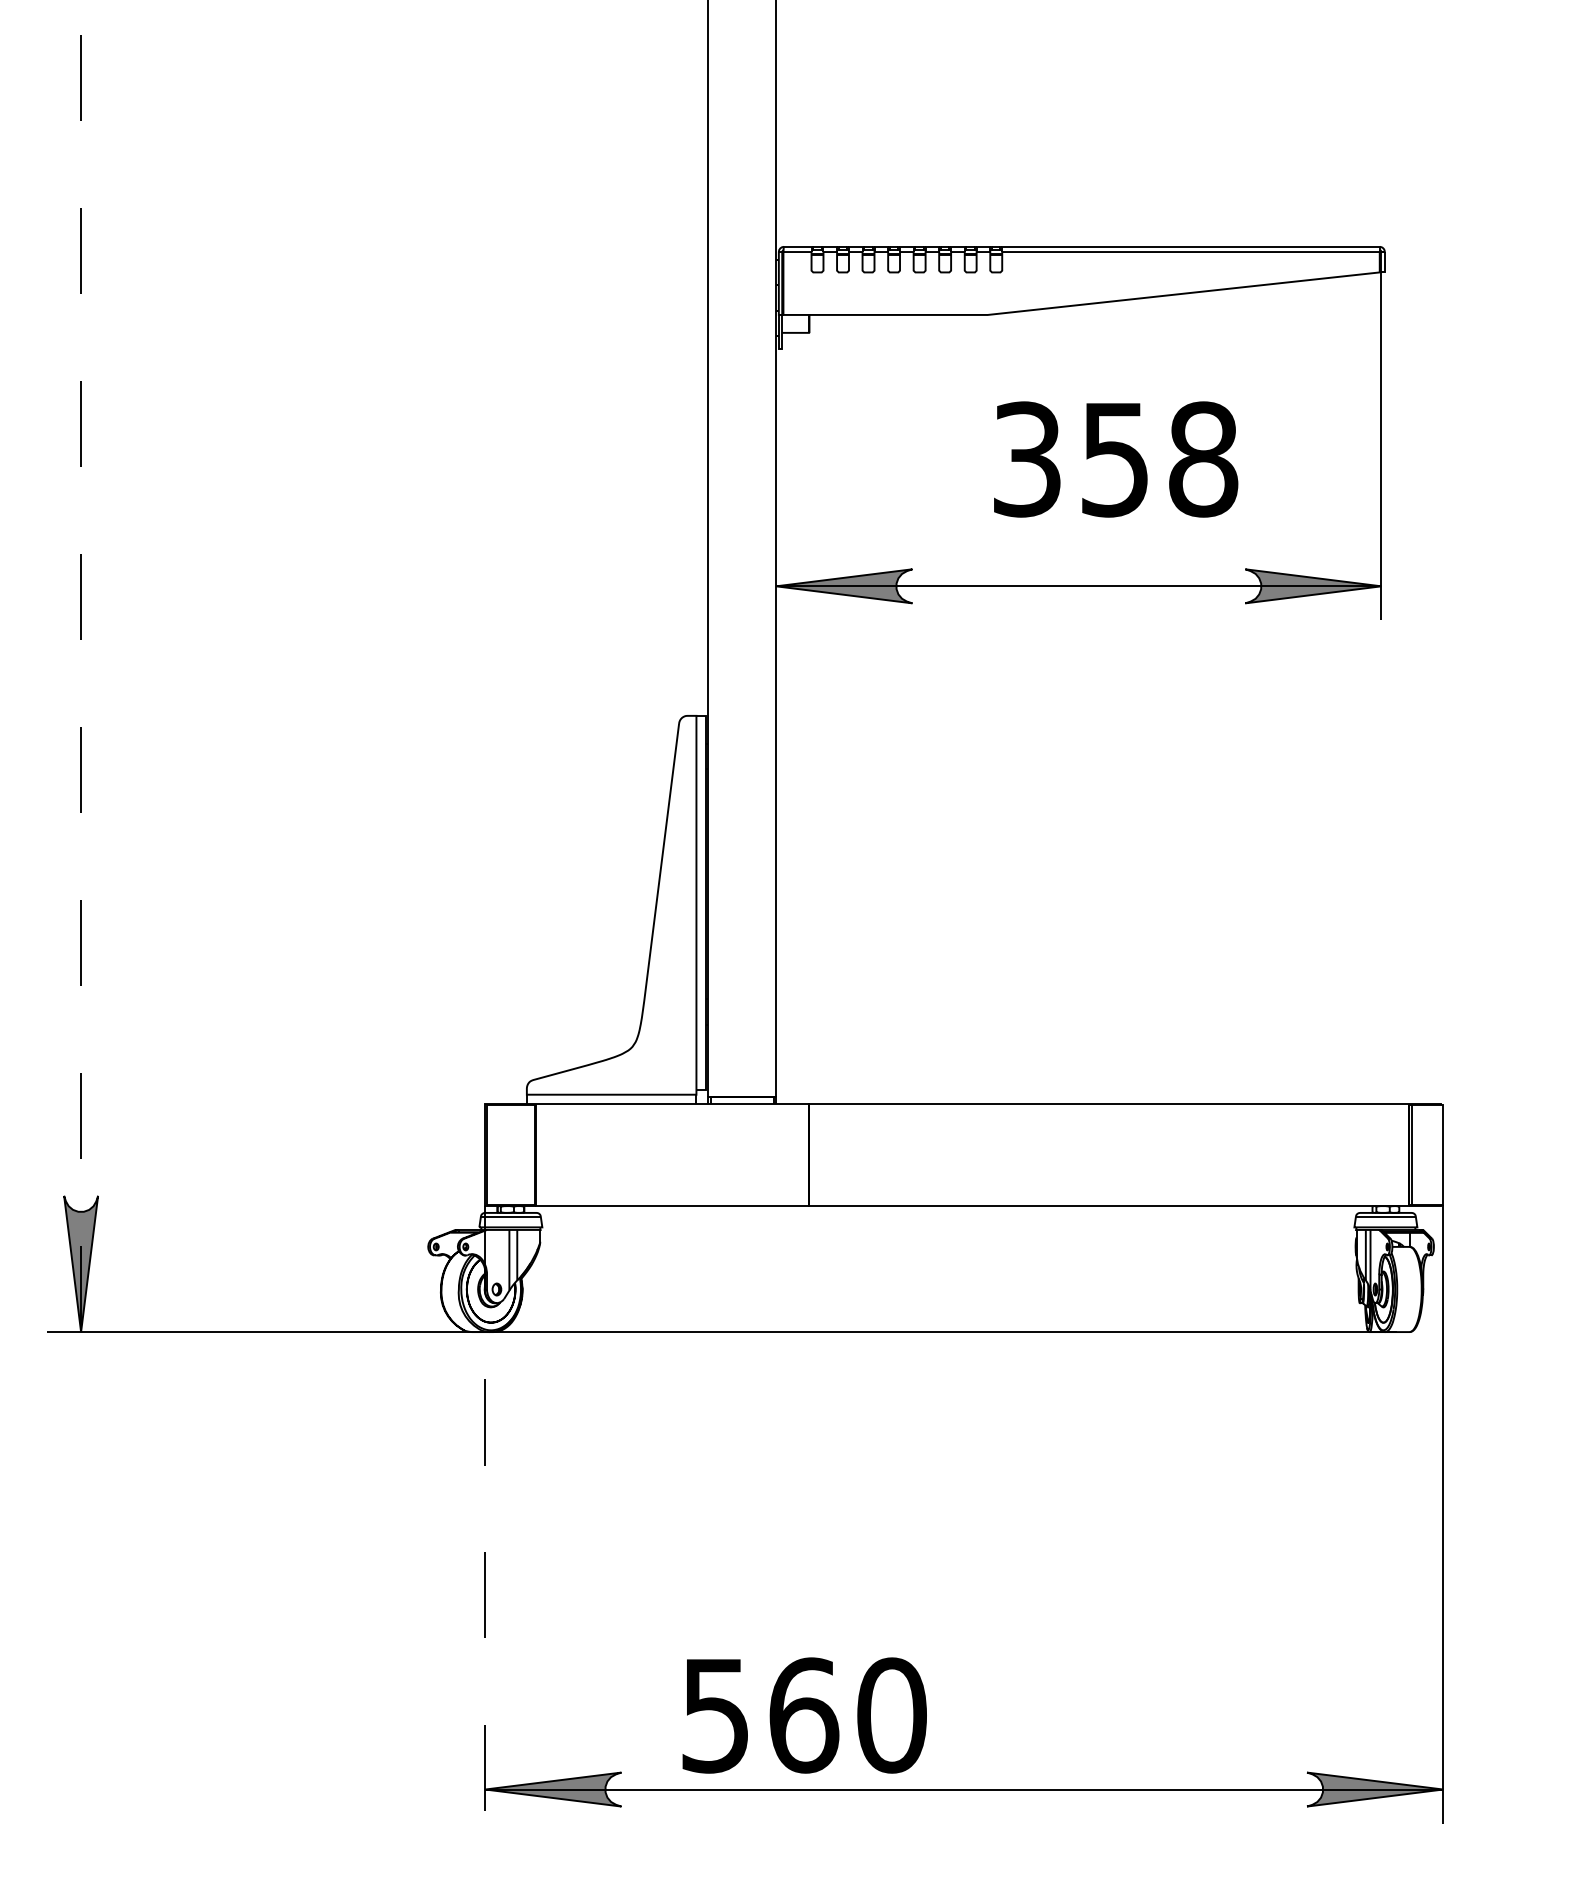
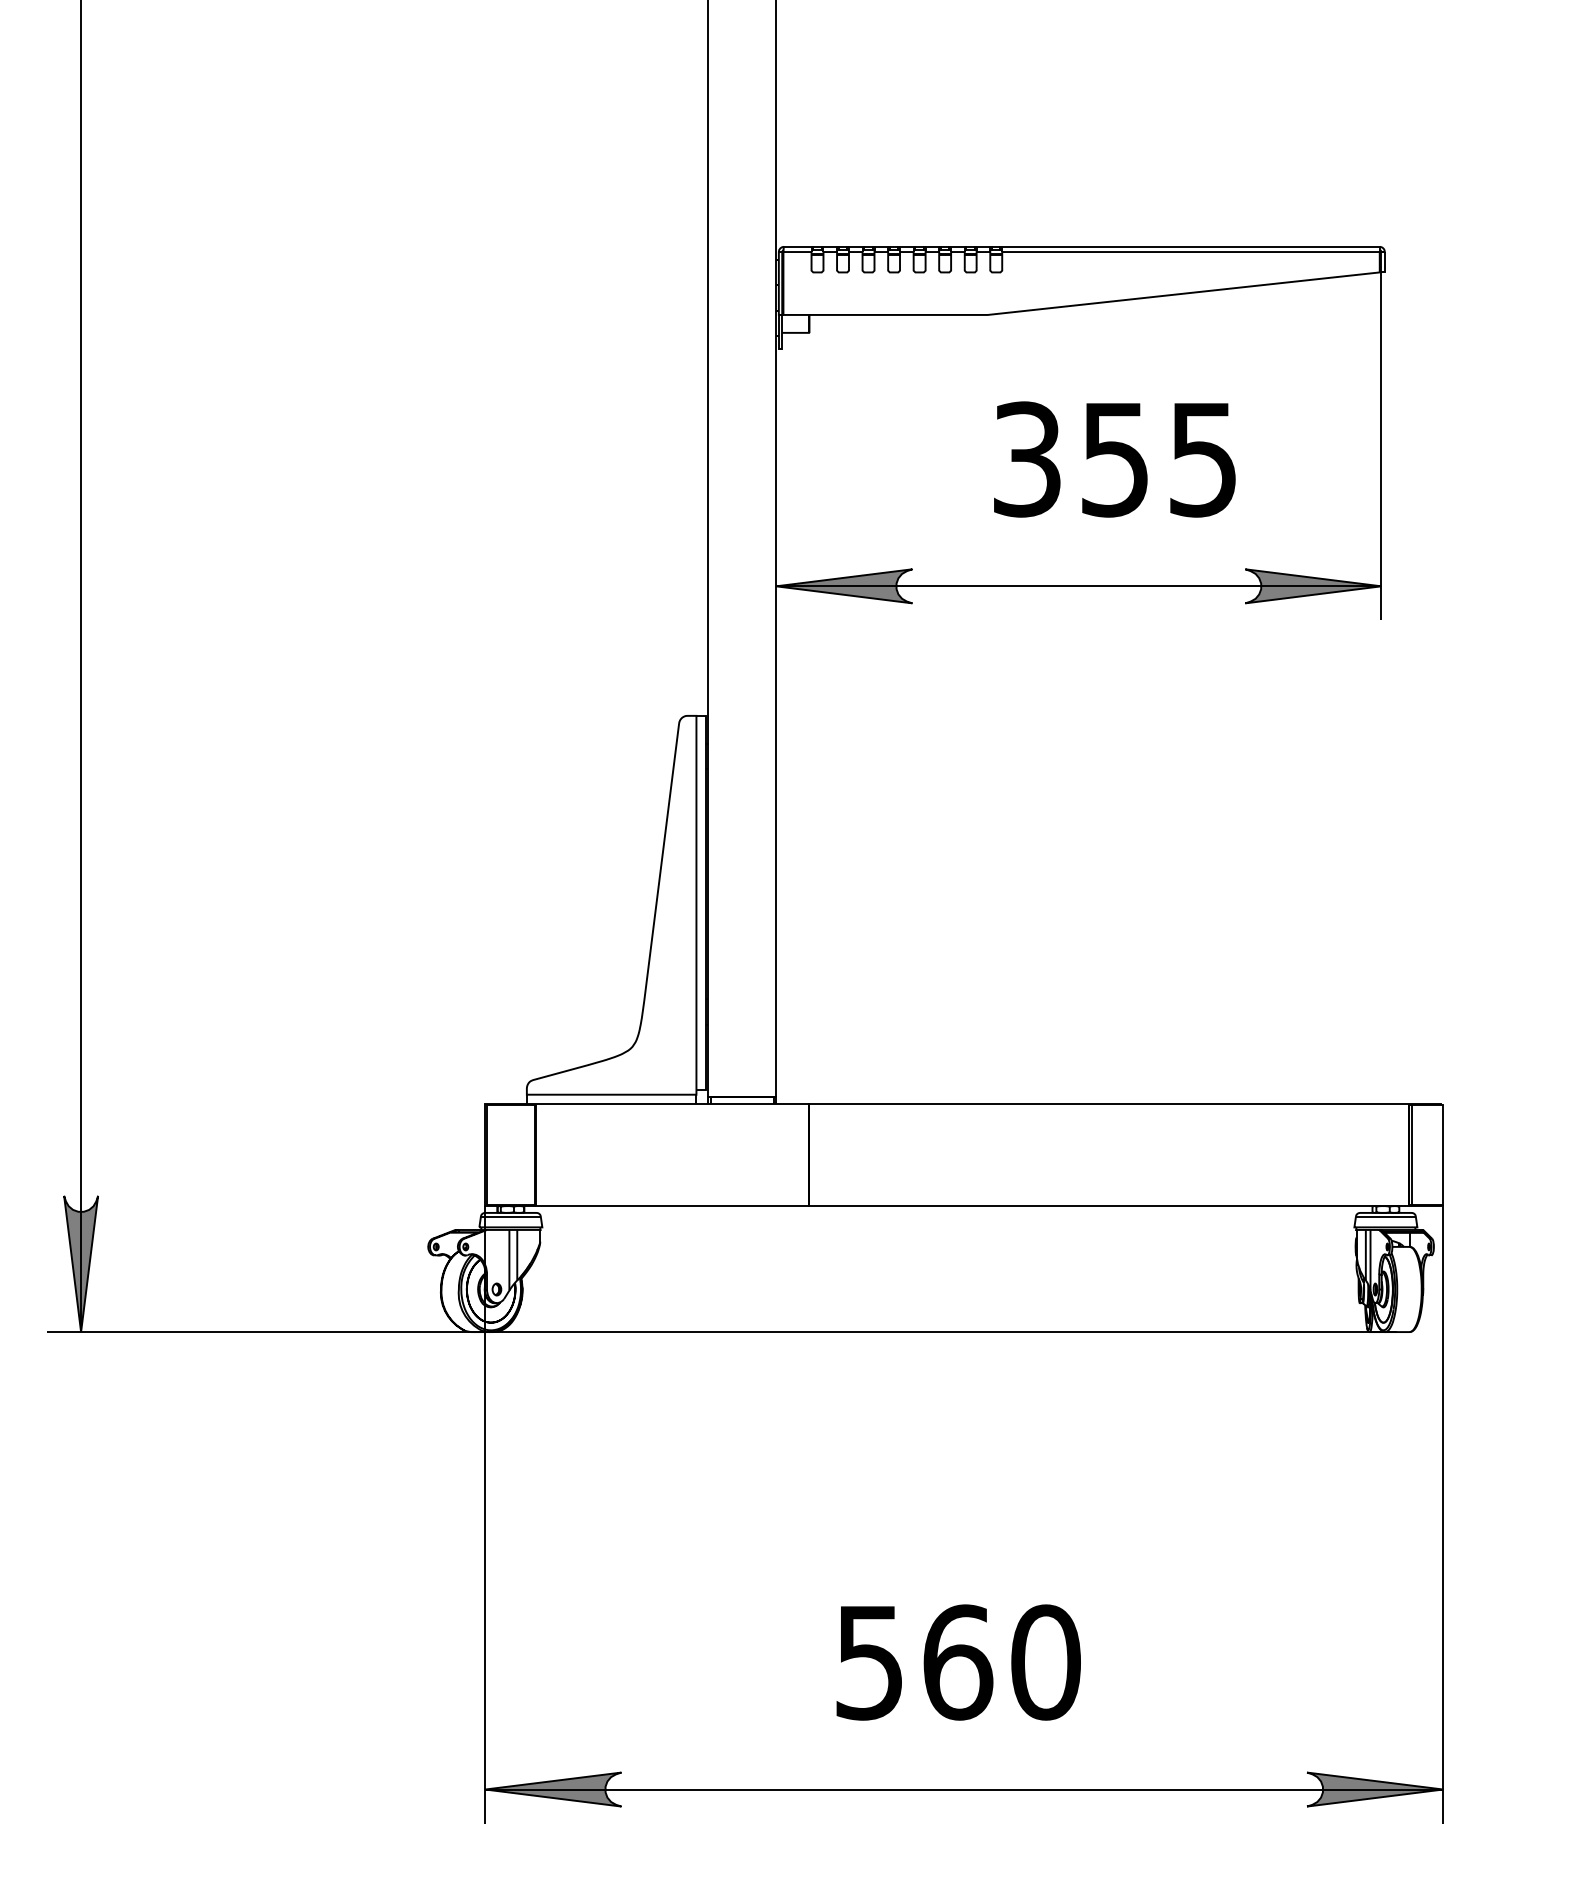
text at (1203, 459): 358 -> 355
line at (81, 666): dashed -> solid
line at (485, 1514): dashed -> solid
text at (804, 1715) position: (804, 1715) -> (958, 1662)
